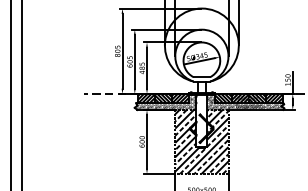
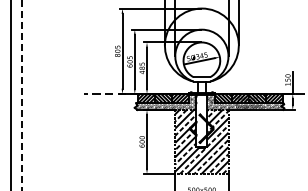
line at (21, 94): solid -> dashed
